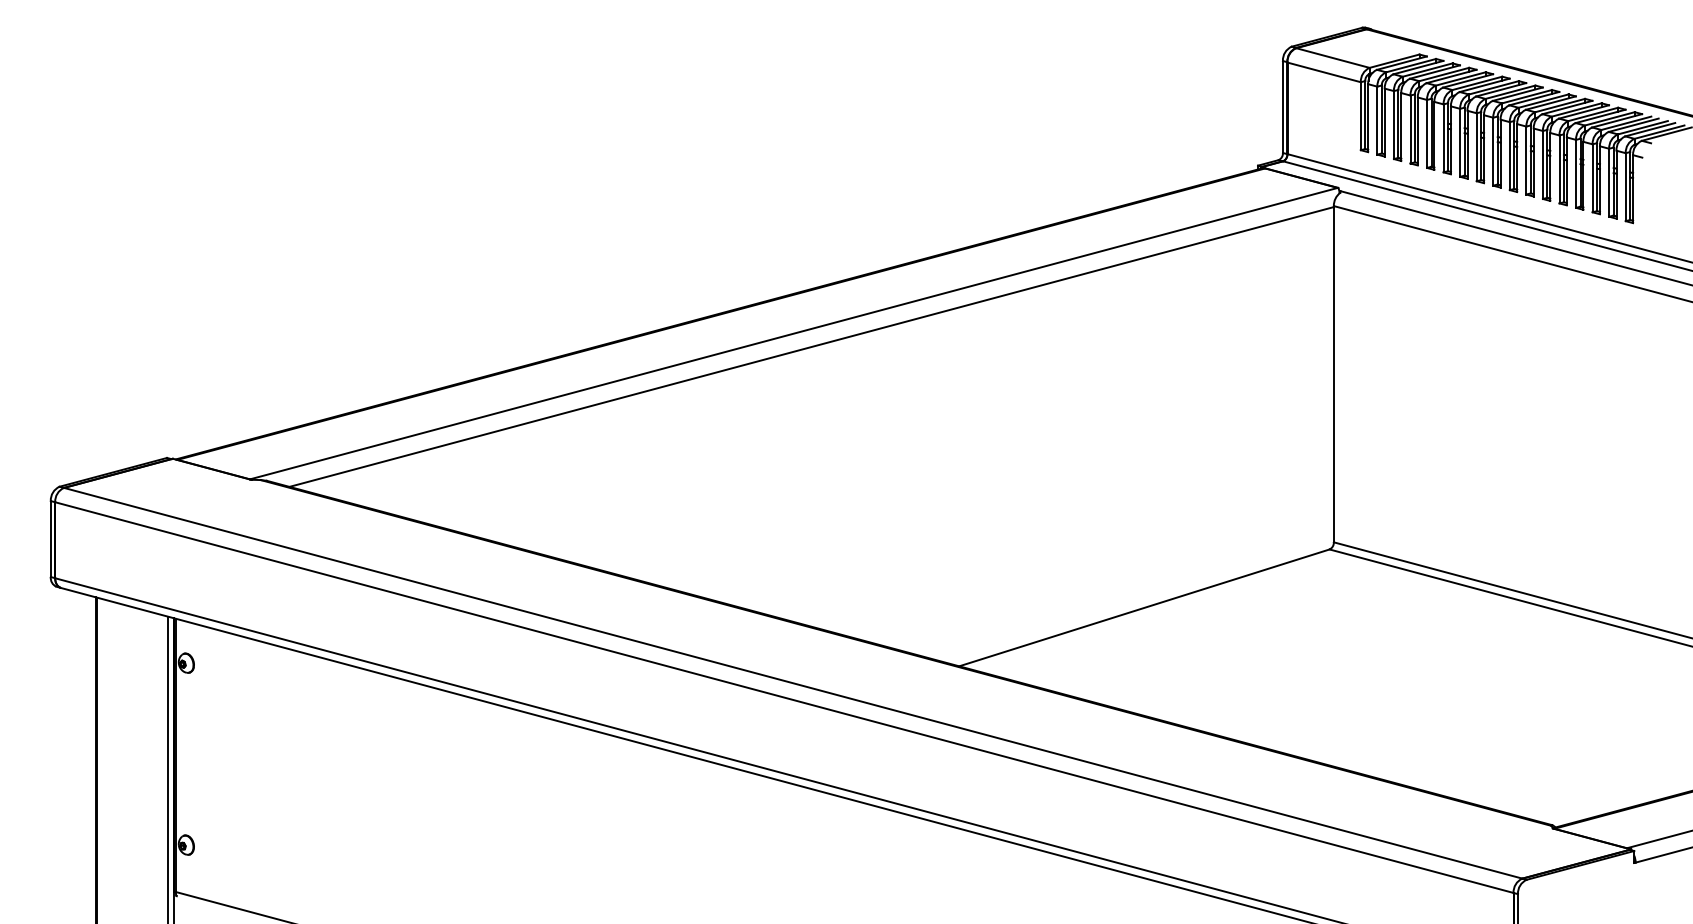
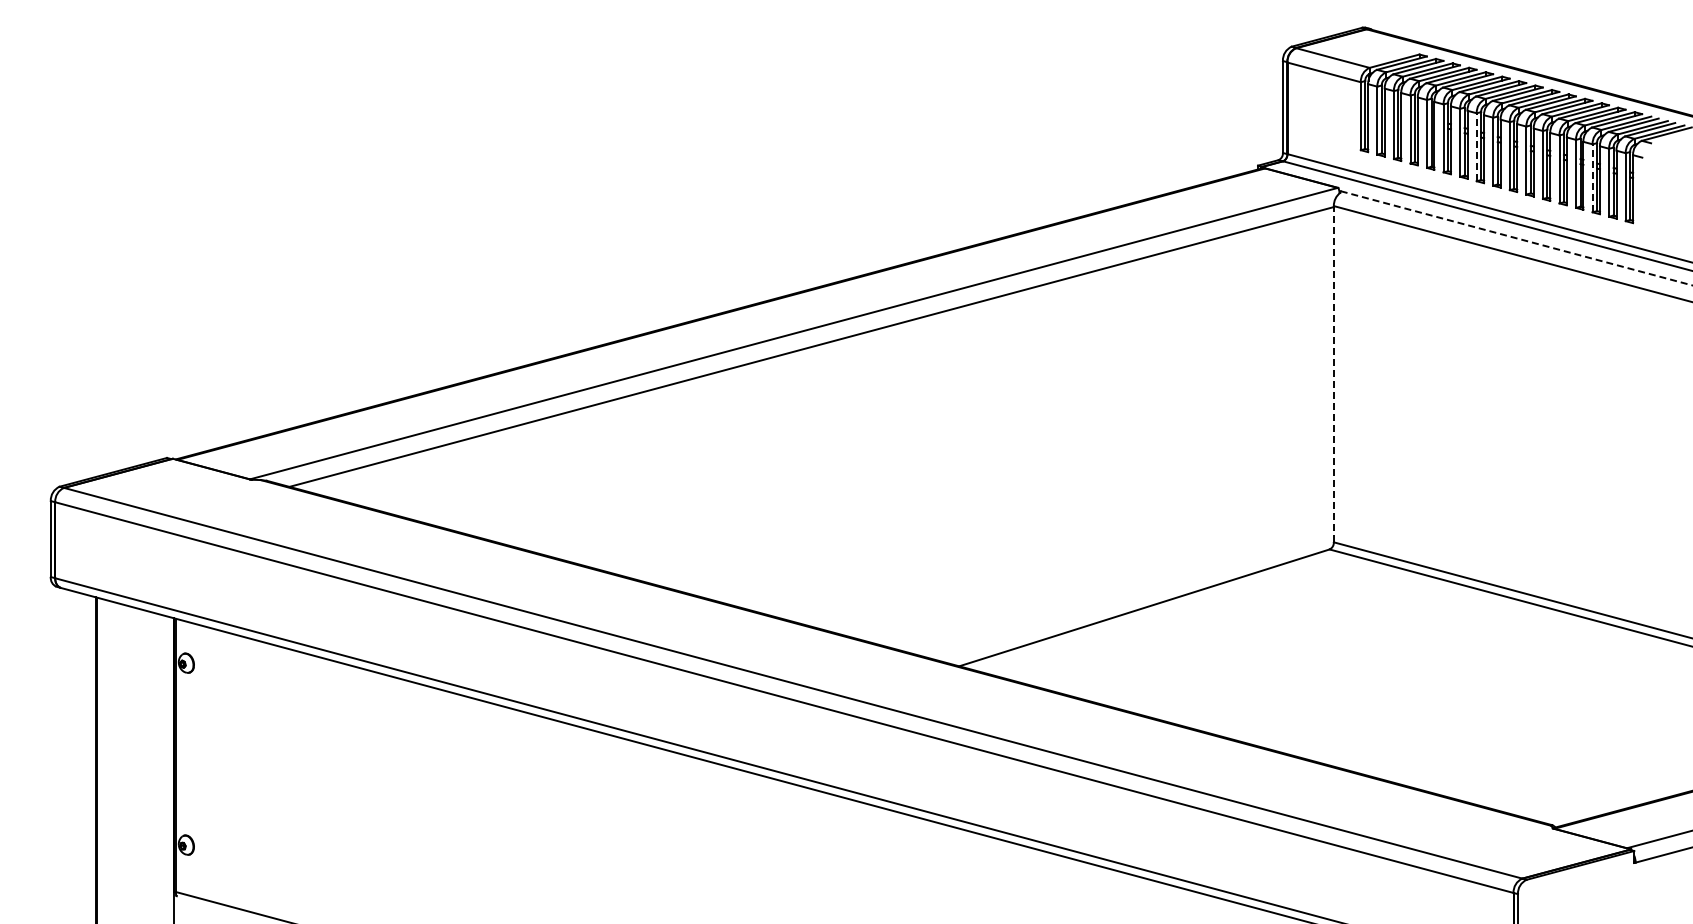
line at (1476, 147): solid -> dashed
line at (1592, 178): solid -> dashed
line at (1516, 238): solid -> dashed
line at (1333, 373): solid -> dashed
line at (168, 768): present -> none
